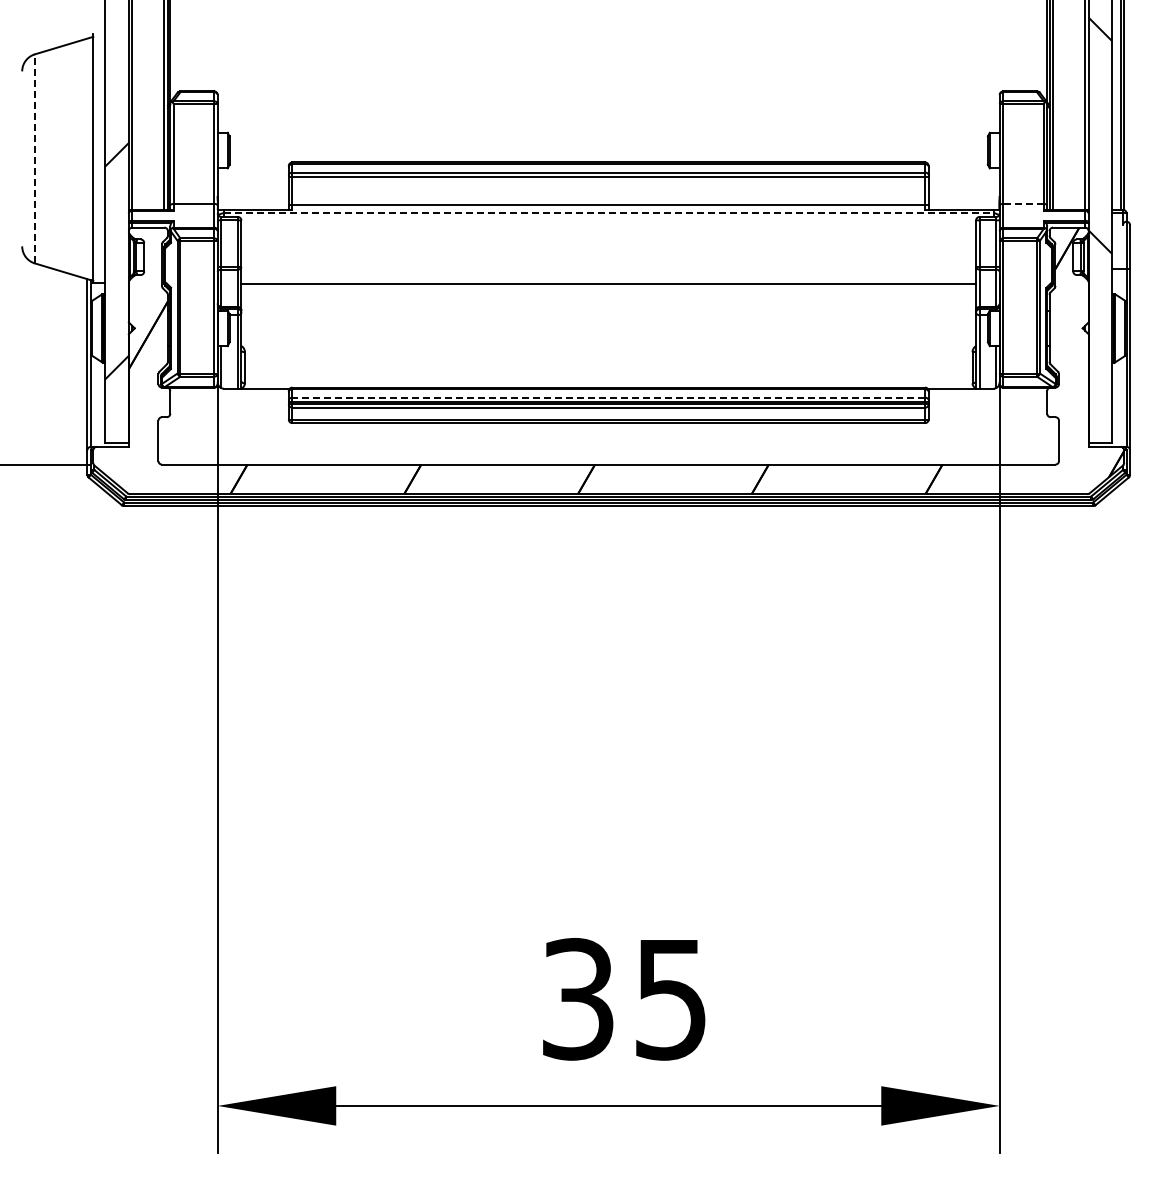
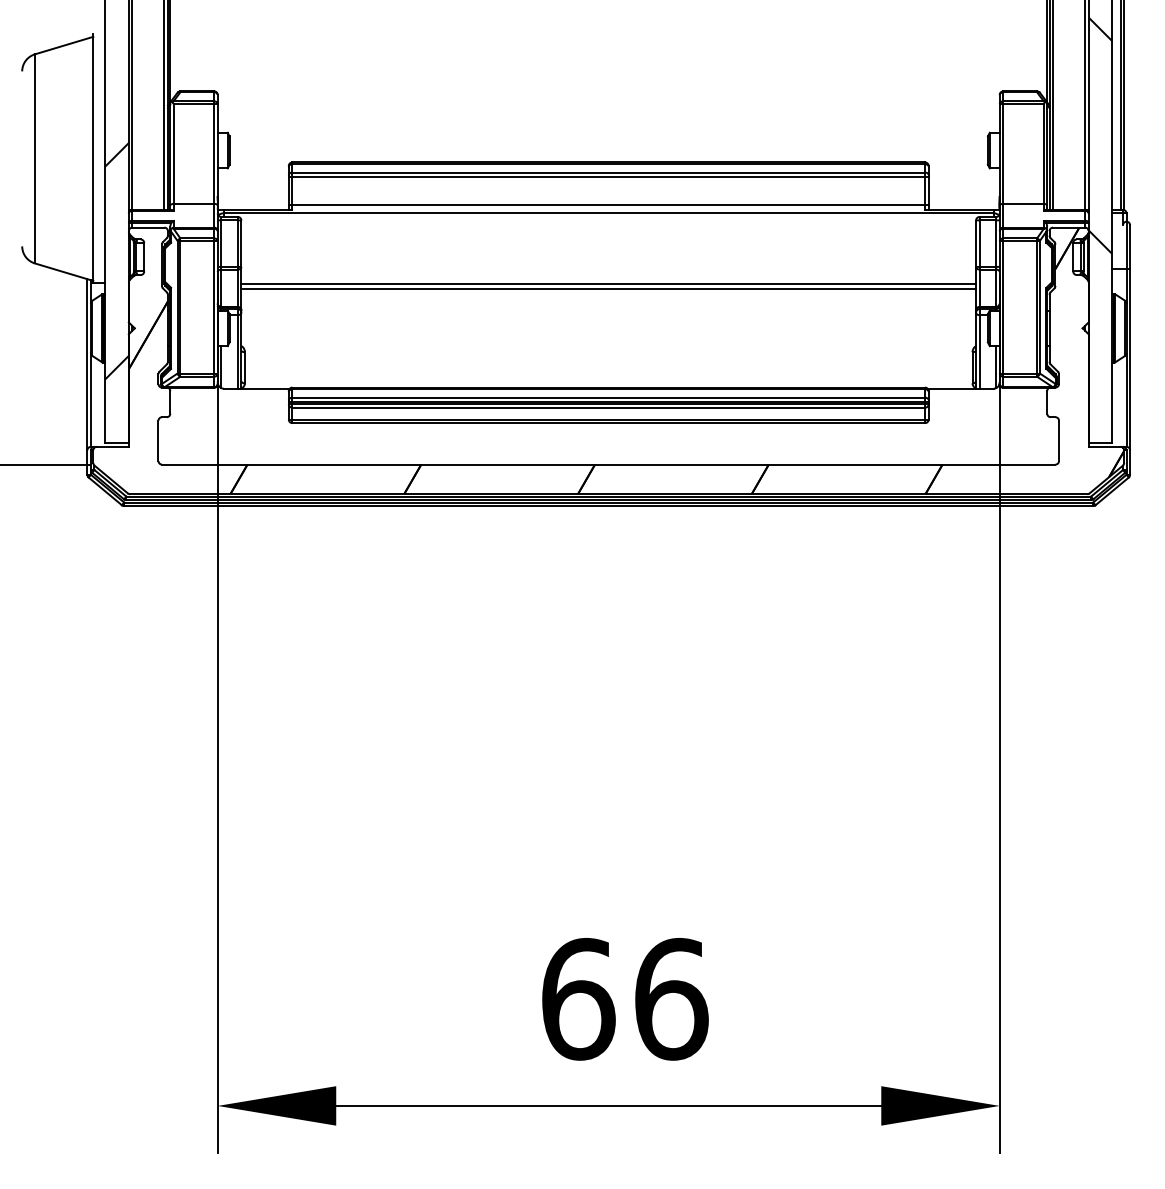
line at (34, 158): dashed -> solid
line at (1022, 203): dashed -> solid
line at (609, 213): dashed -> solid
line at (608, 288): none -> present
line at (608, 397): dashed -> solid
text at (625, 999): 35 -> 66
